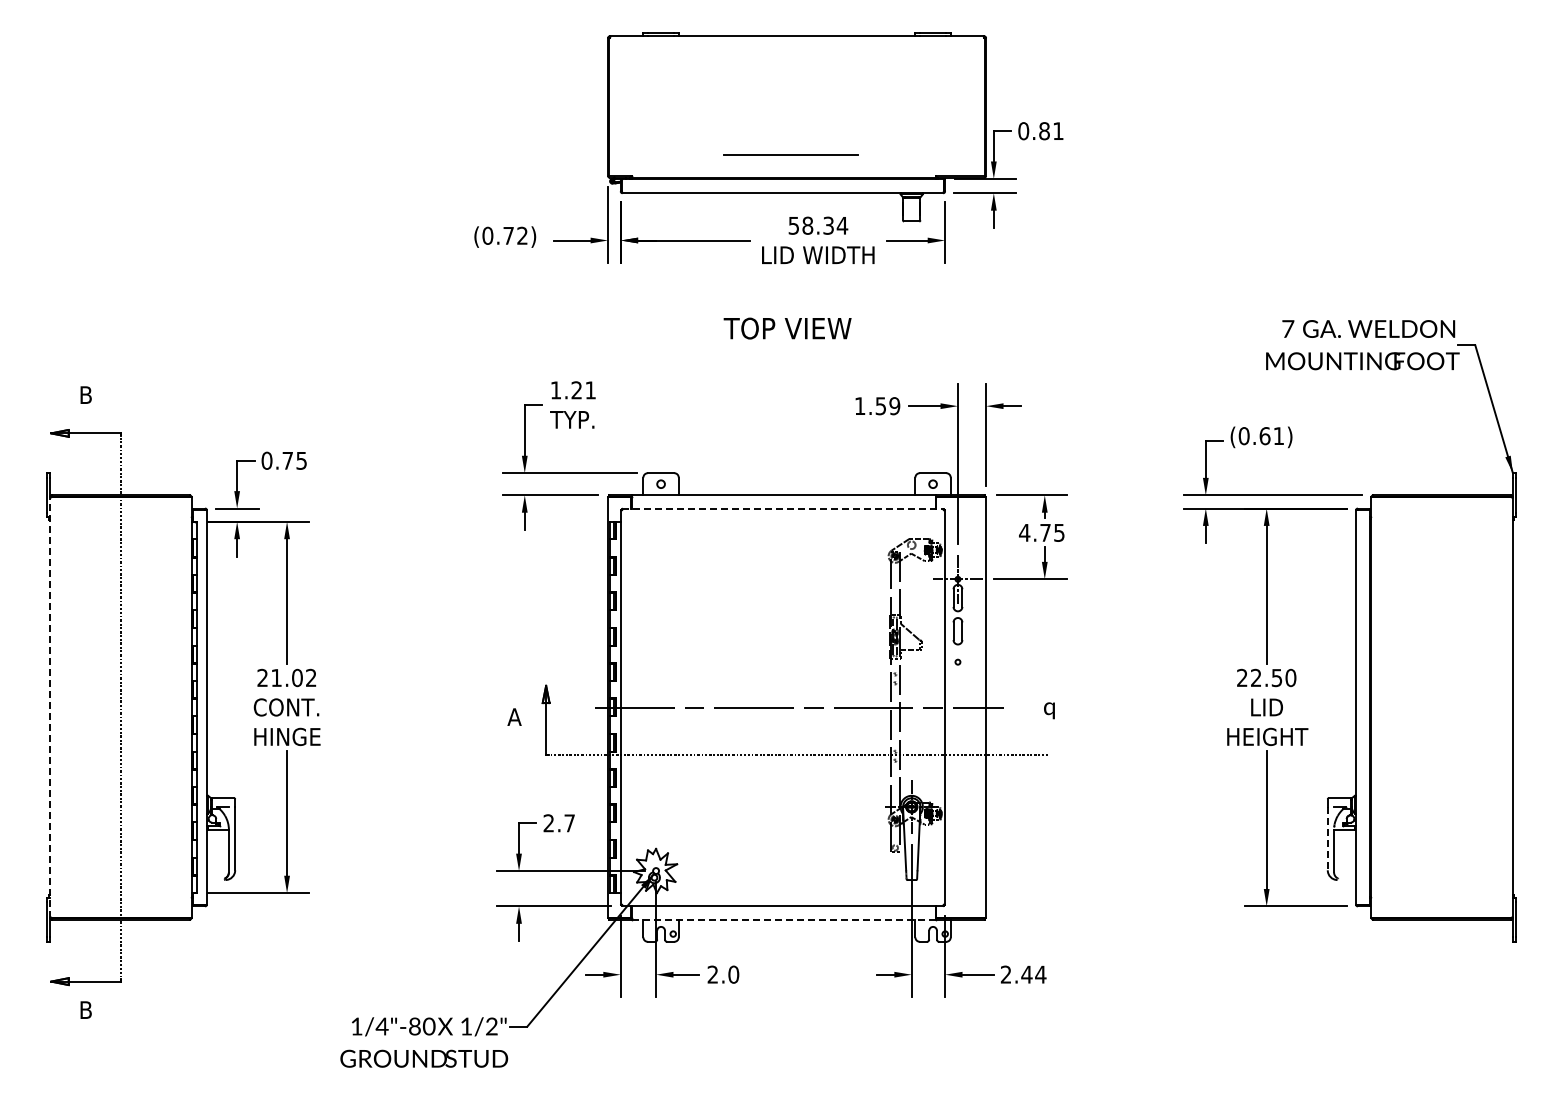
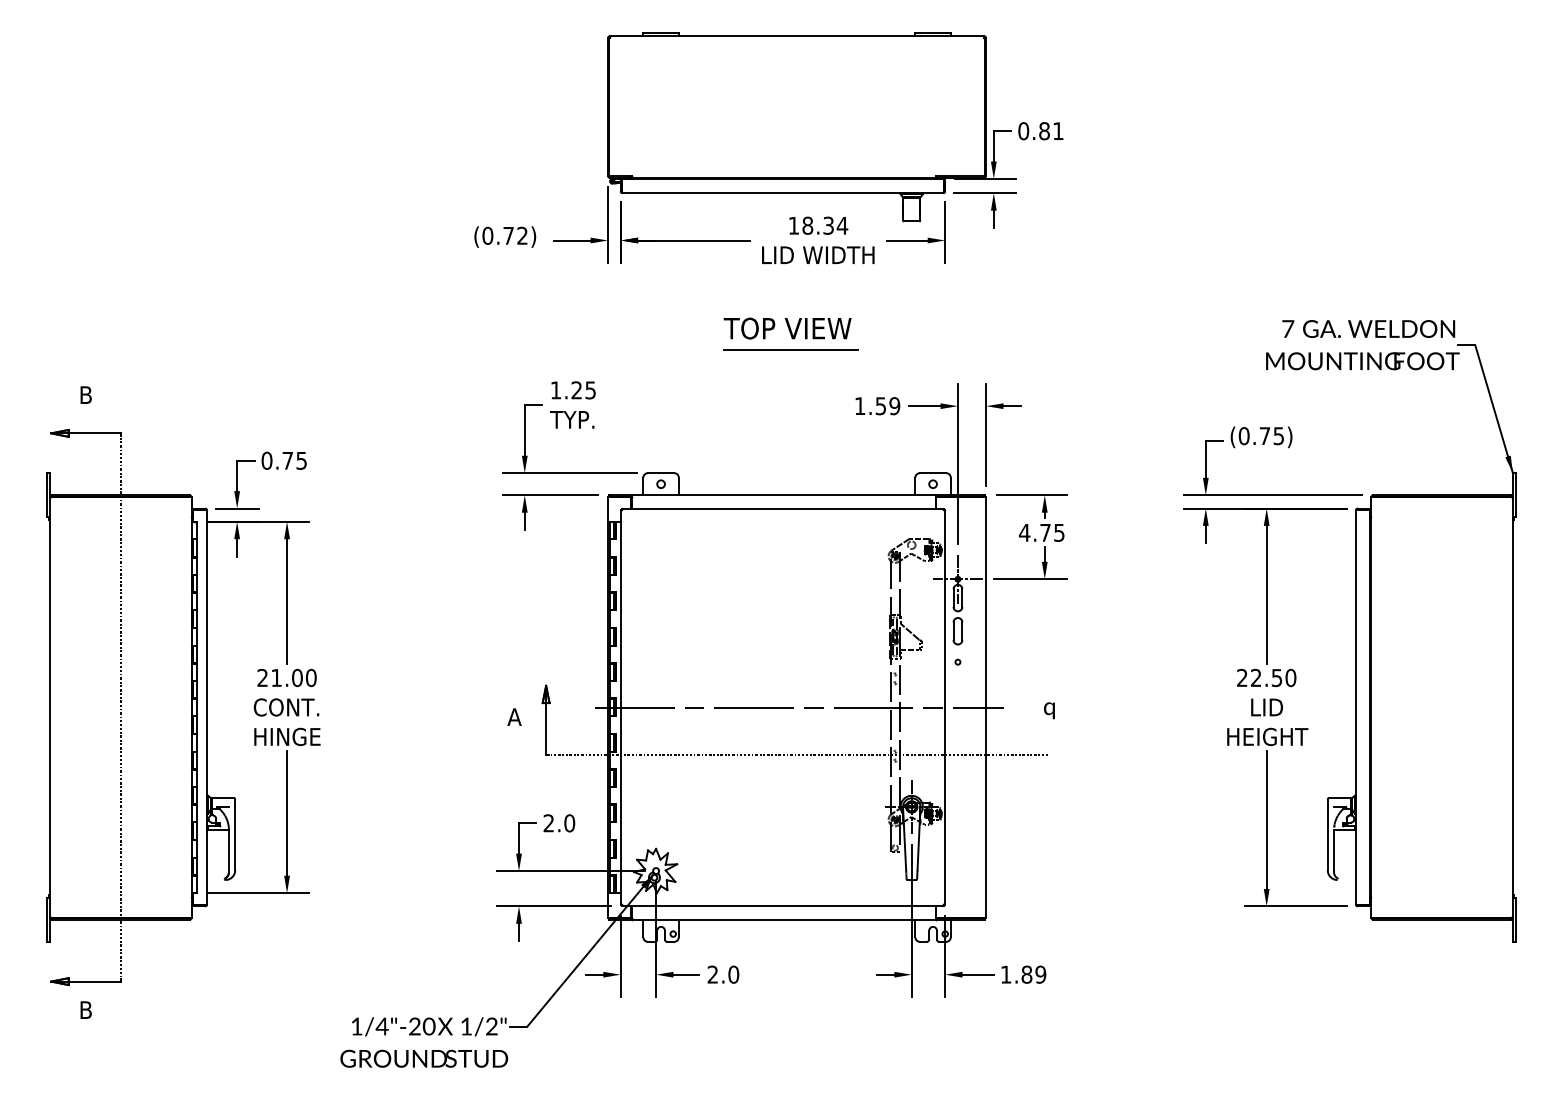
line at (790, 154) position: (790, 154) -> (790, 349)
text at (793, 225): 58.34 -> 18.34
text at (590, 390): 1.21 -> 1.25
text at (1271, 436): (0.61) -> (0.75)
line at (782, 508): dashed -> solid
text at (310, 678): 21.02 -> 21.00
line at (50, 707): dashed -> solid
text at (569, 823): 2.7 -> 2.0
line at (1327, 839): dashed -> solid
line at (783, 919): dashed -> solid
text at (1023, 974): 2.44 -> 1.89
text at (414, 1027): 1/4"-80 -> 1/4"-20
